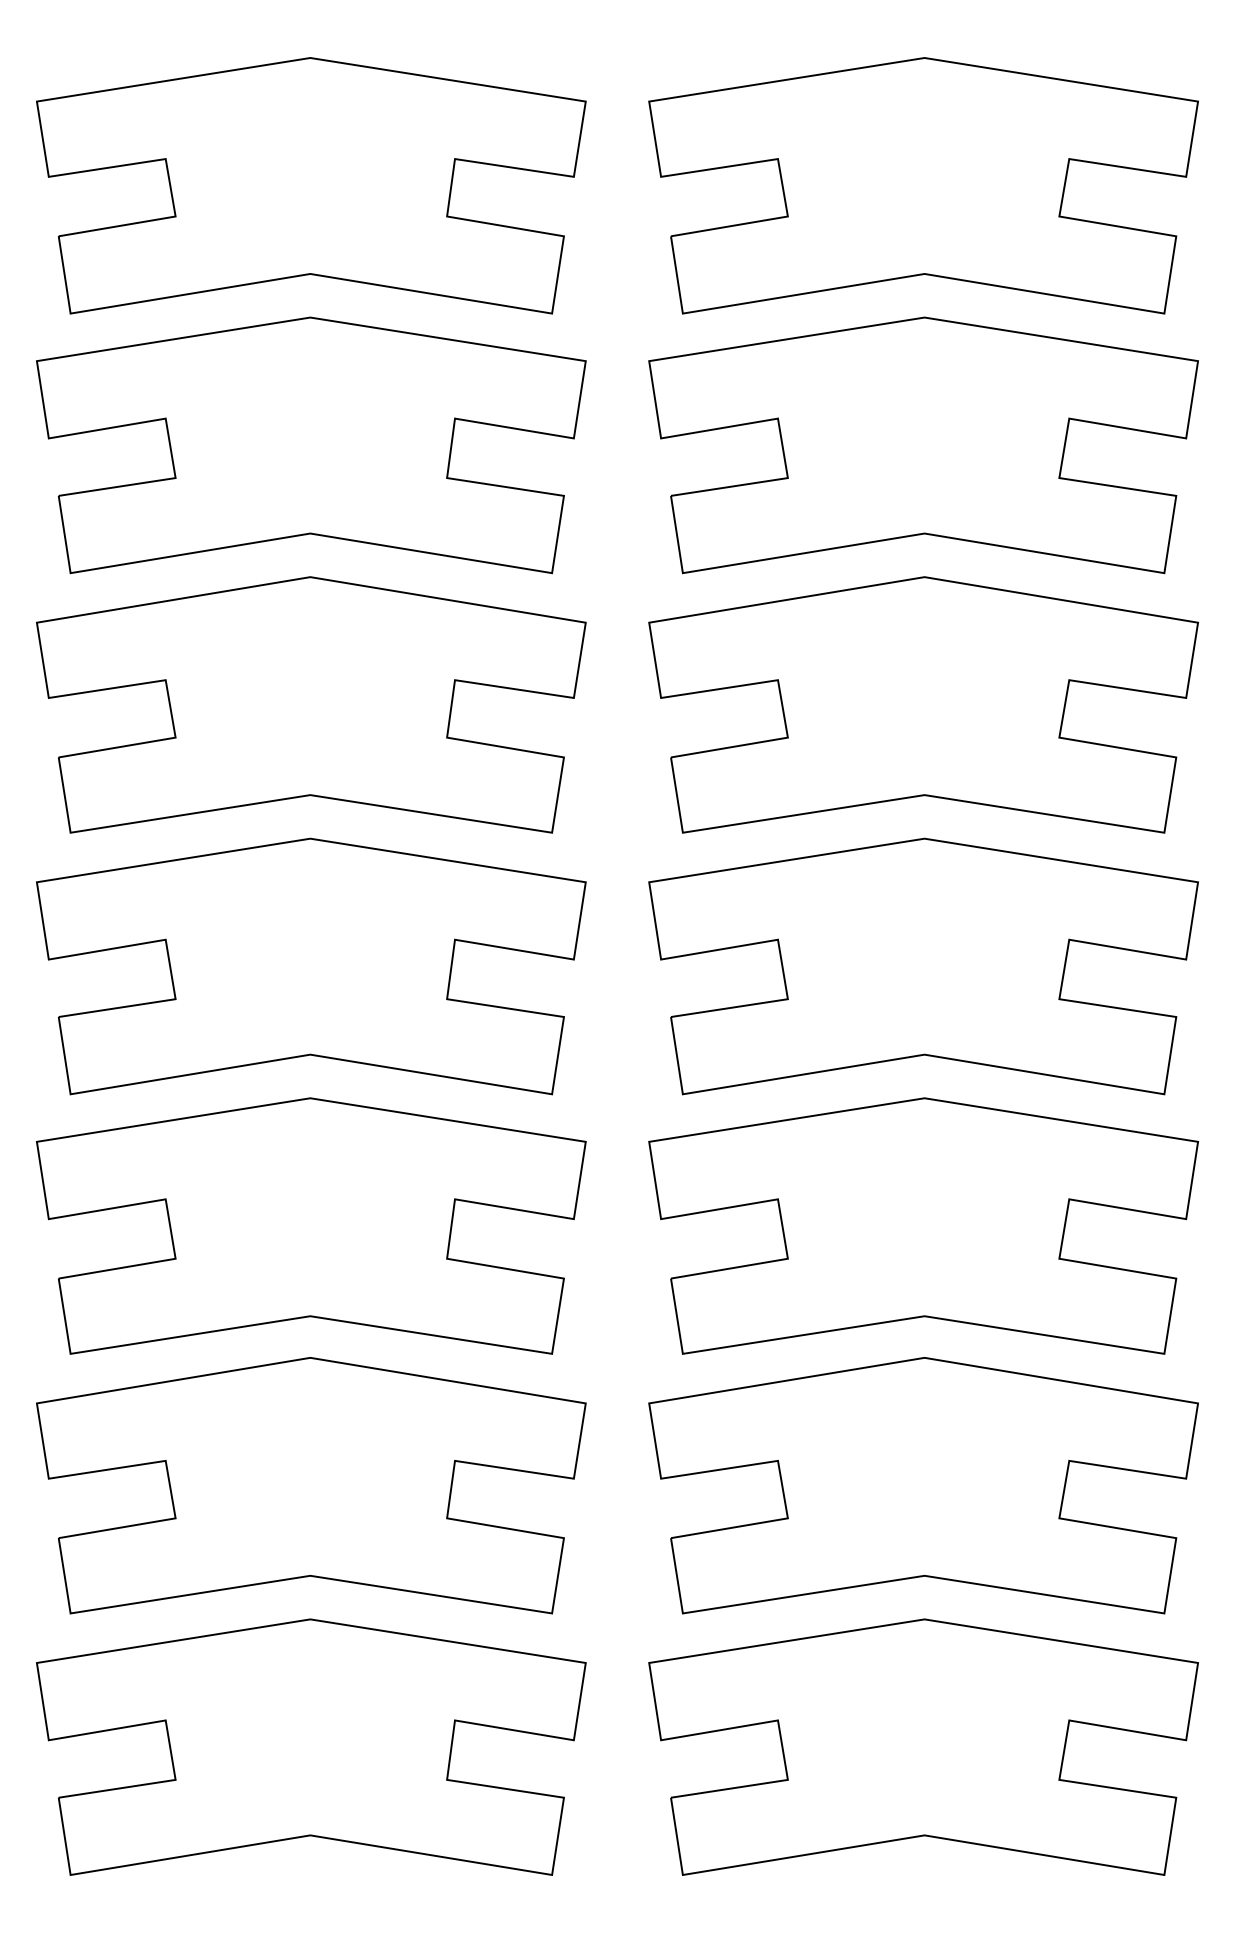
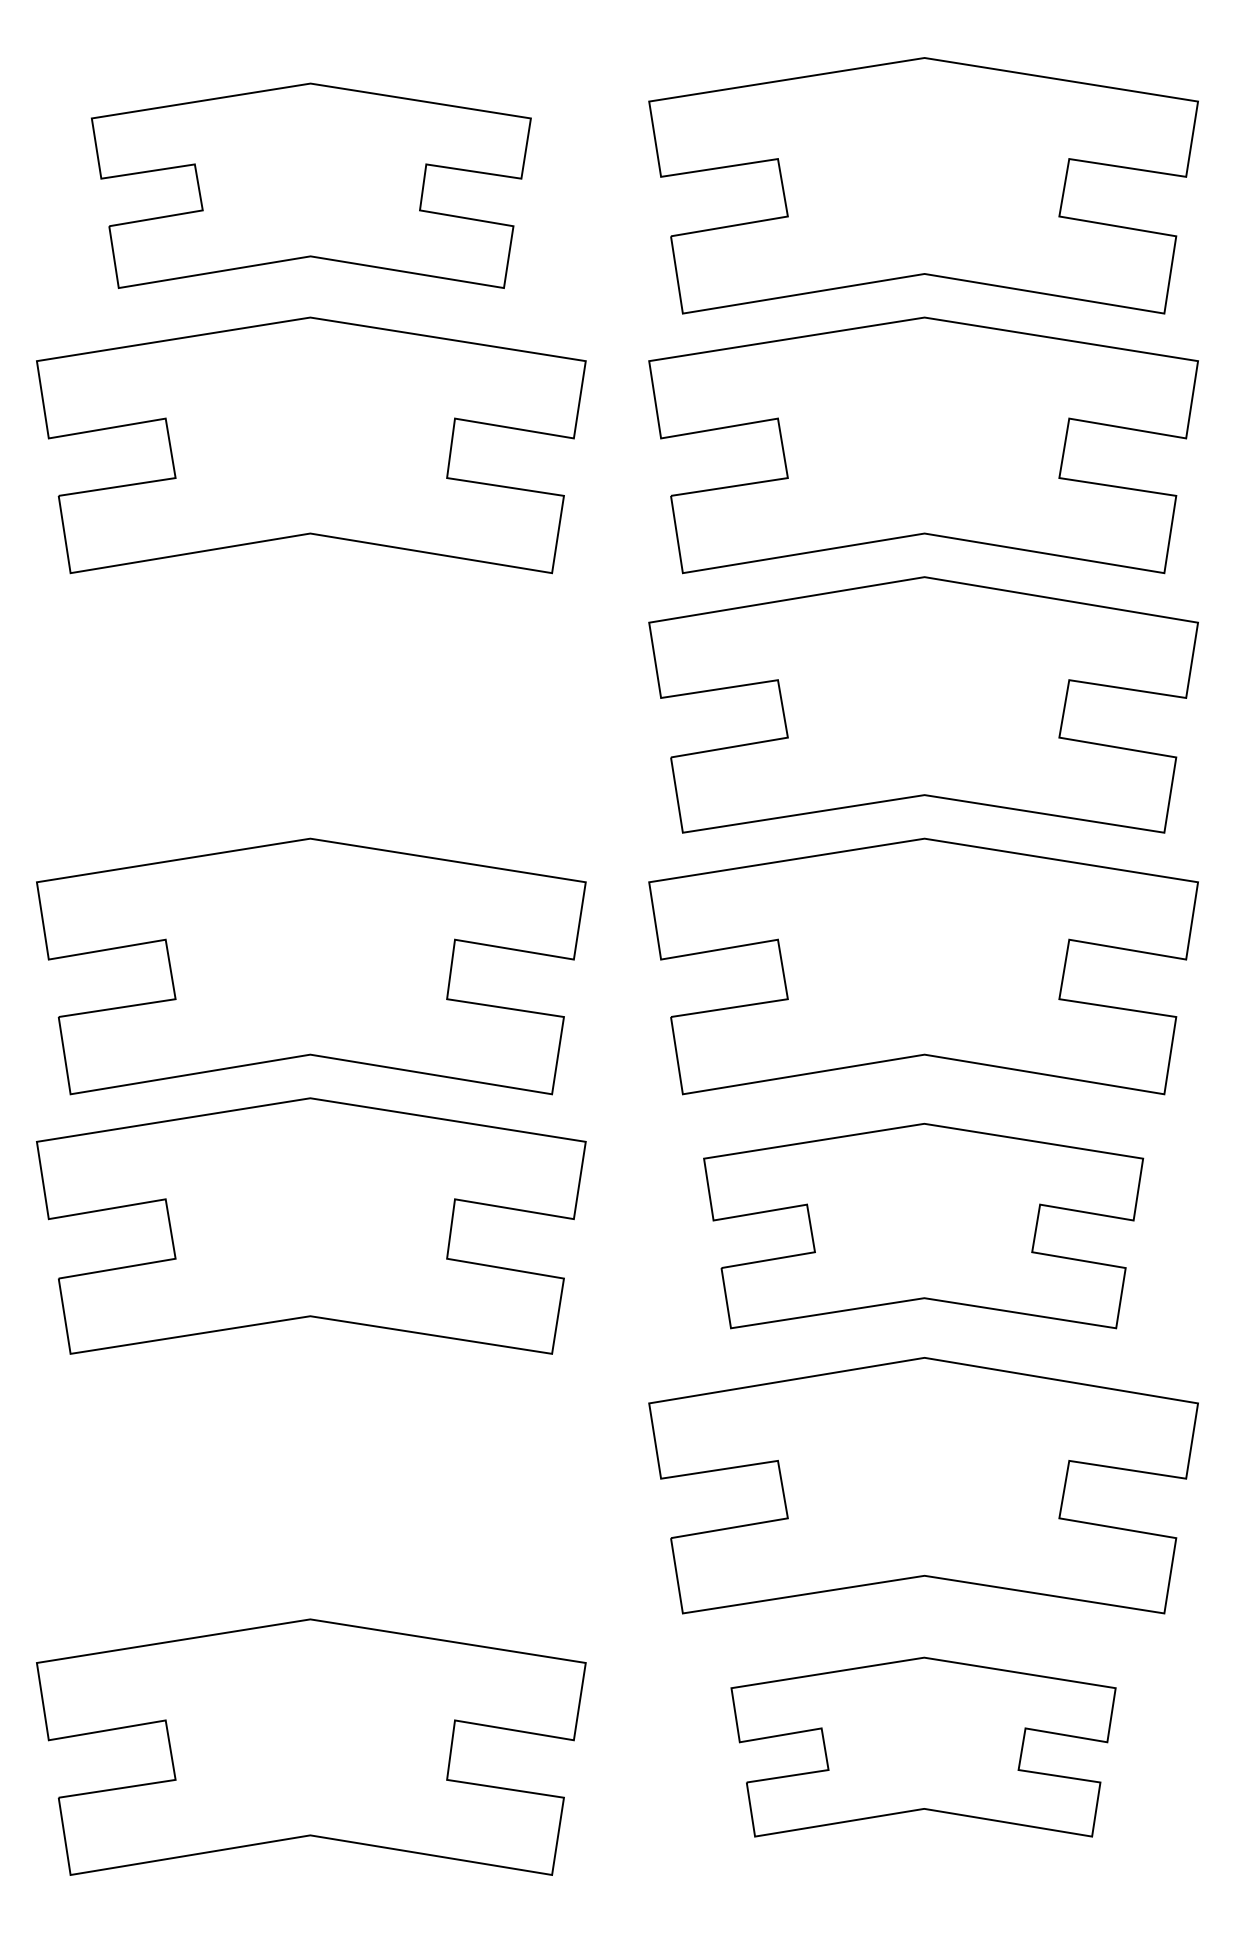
part at (311, 185) size: 551x258 px -> 442x207 px
part at (311, 704): present -> none
part at (923, 1225) size: 551x258 px -> 442x208 px
part at (311, 1485): present -> none
part at (923, 1746) size: 551x258 px -> 387x182 px
